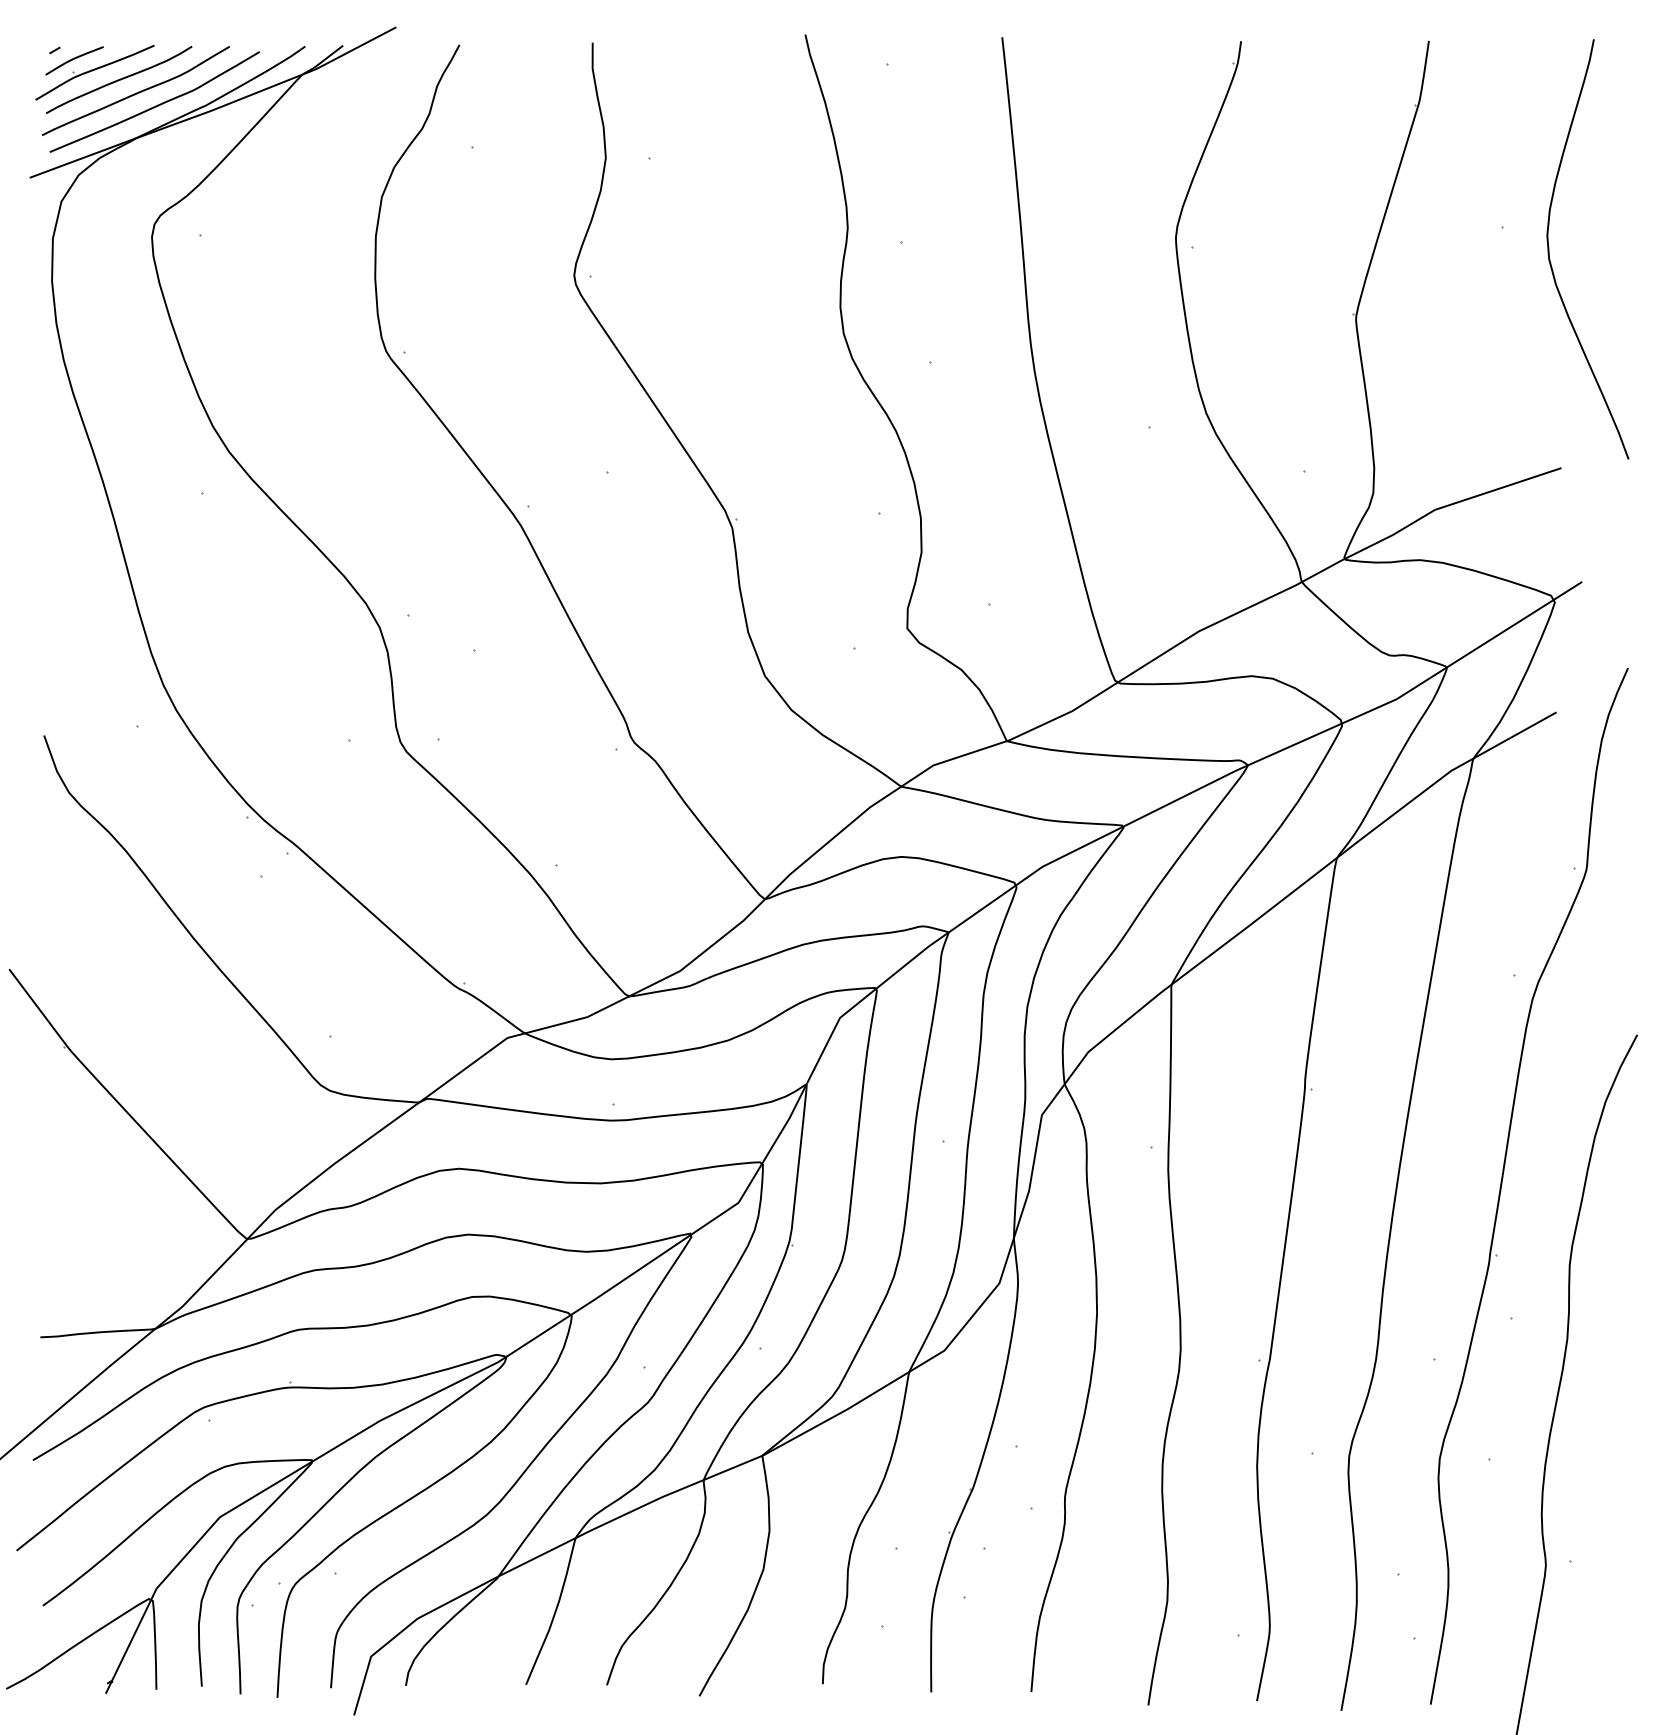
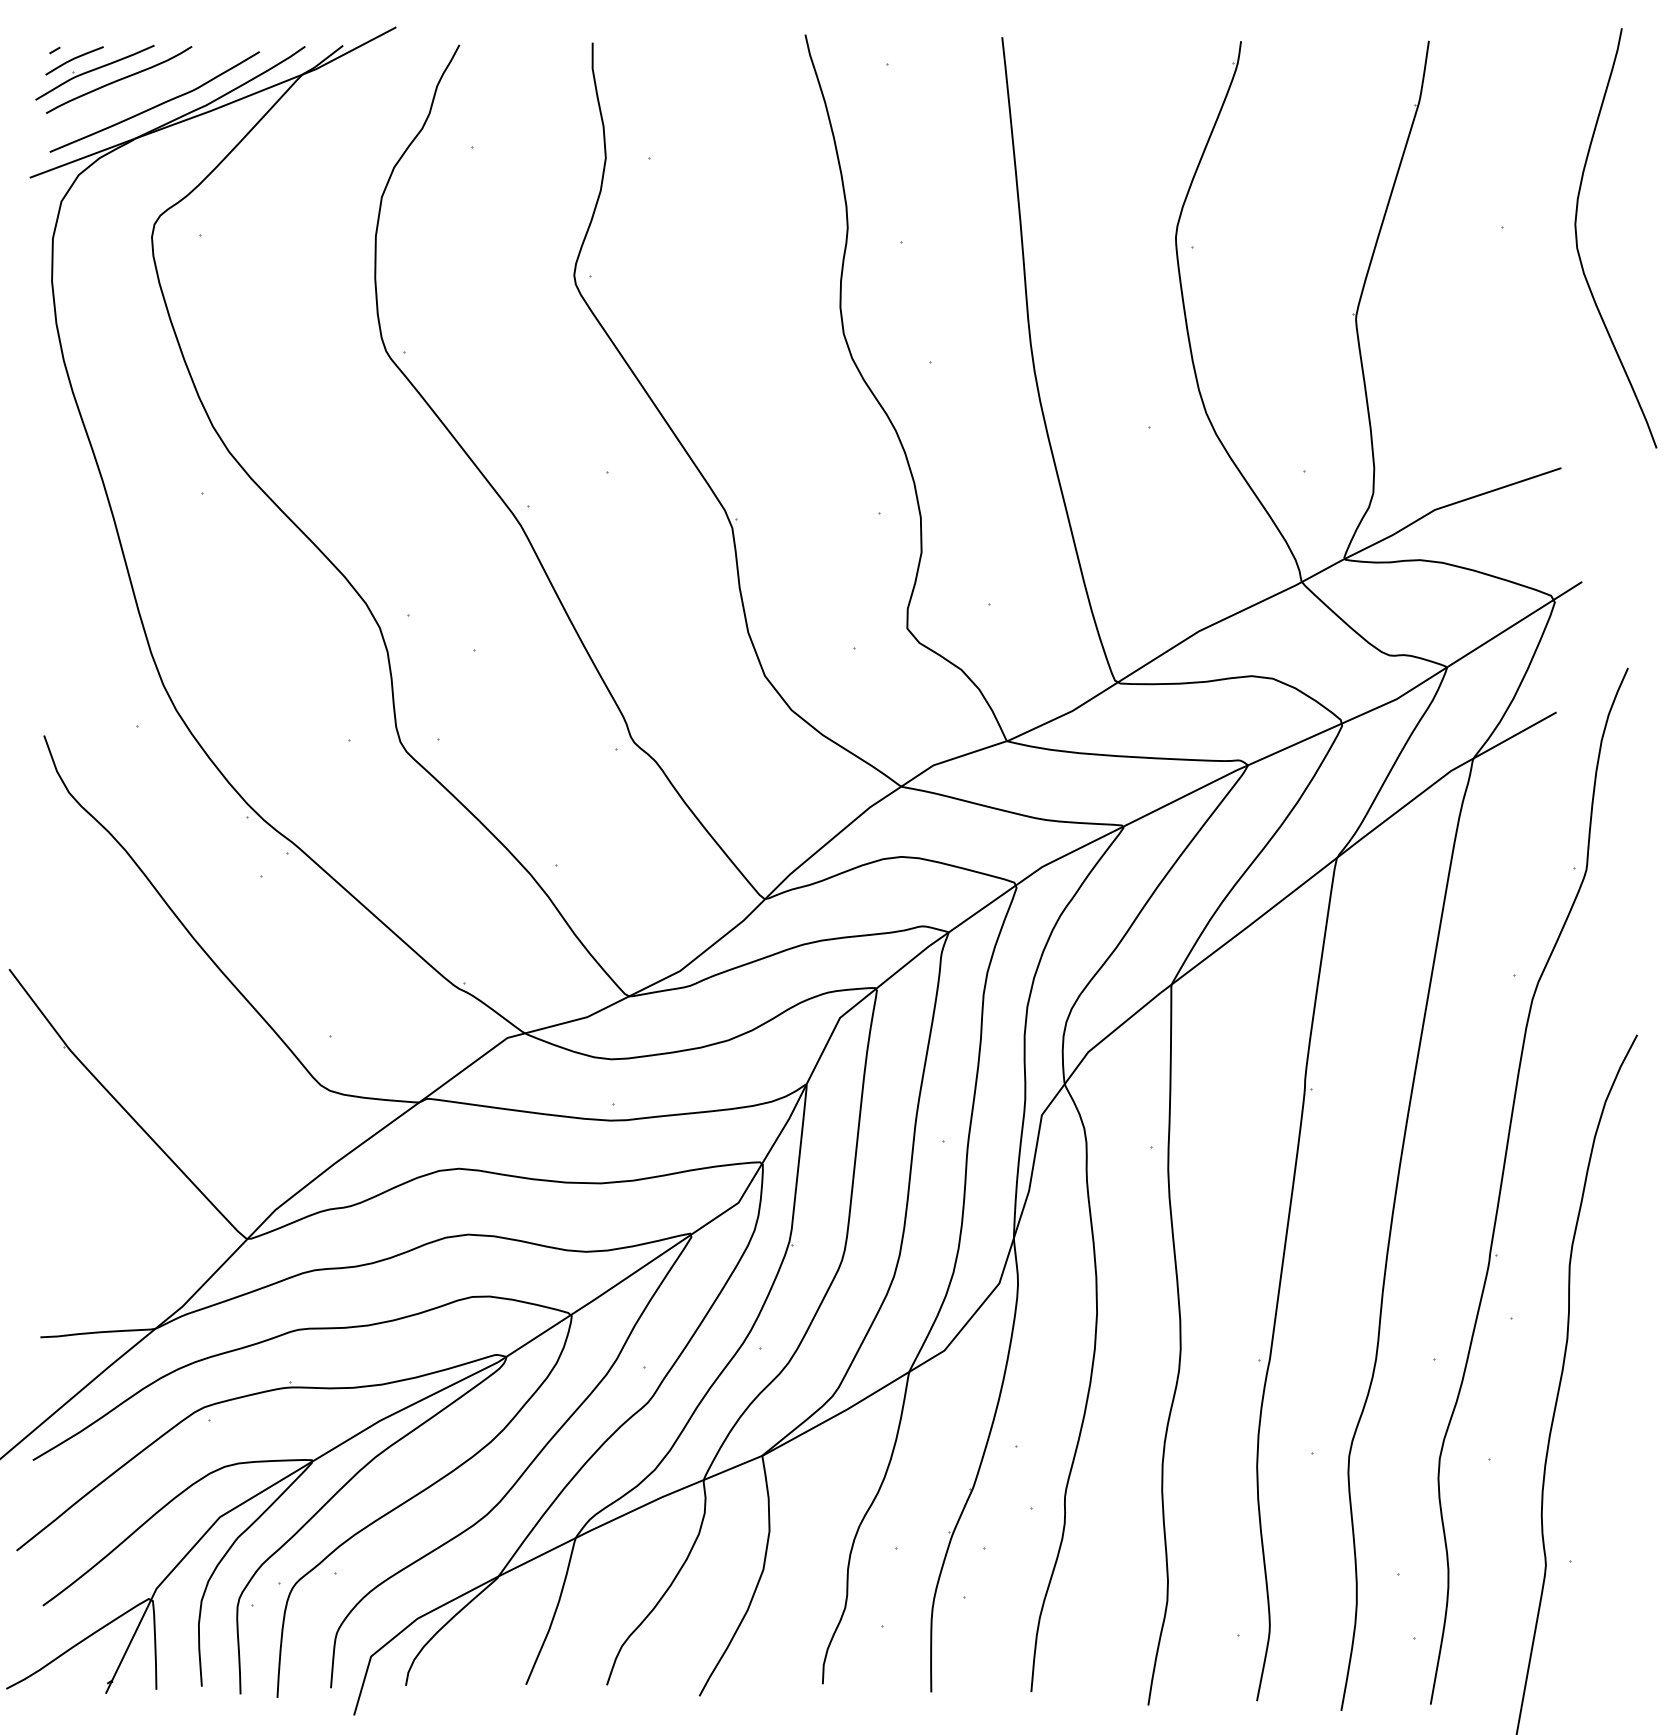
curve at (136, 92): present -> none
curve at (1549, 249) position: (1549, 249) -> (1577, 238)
